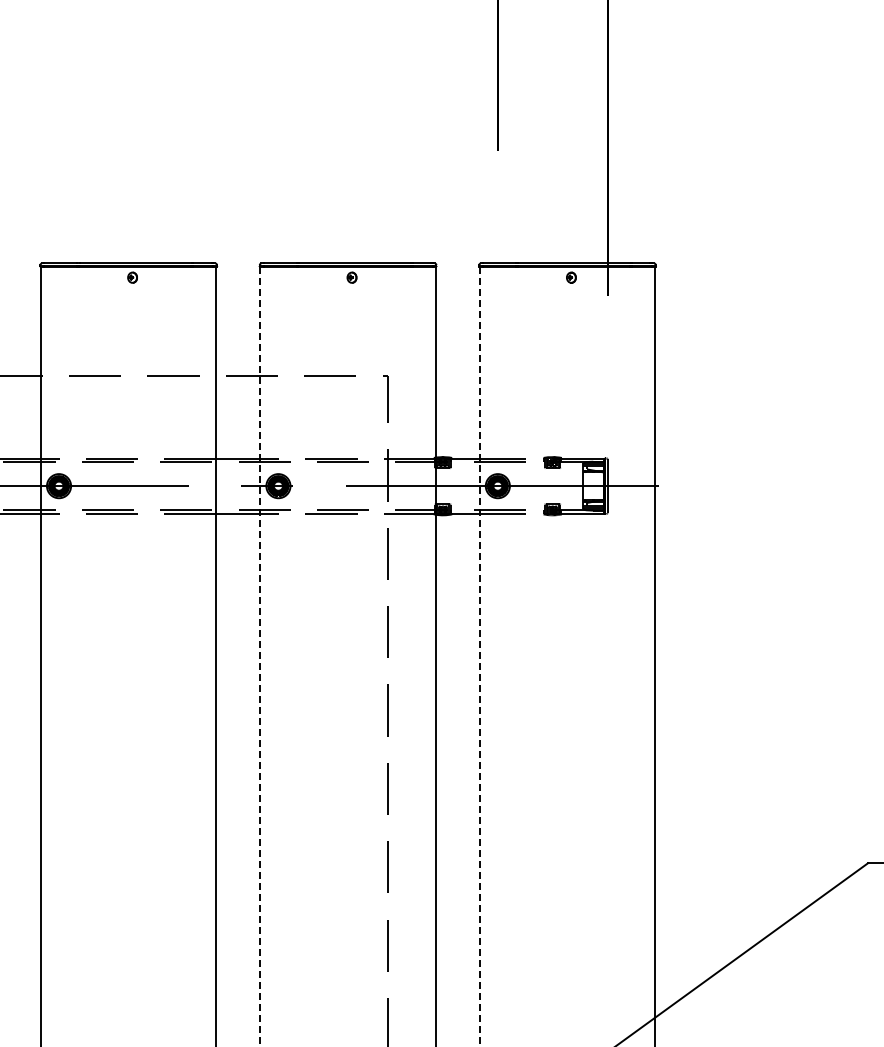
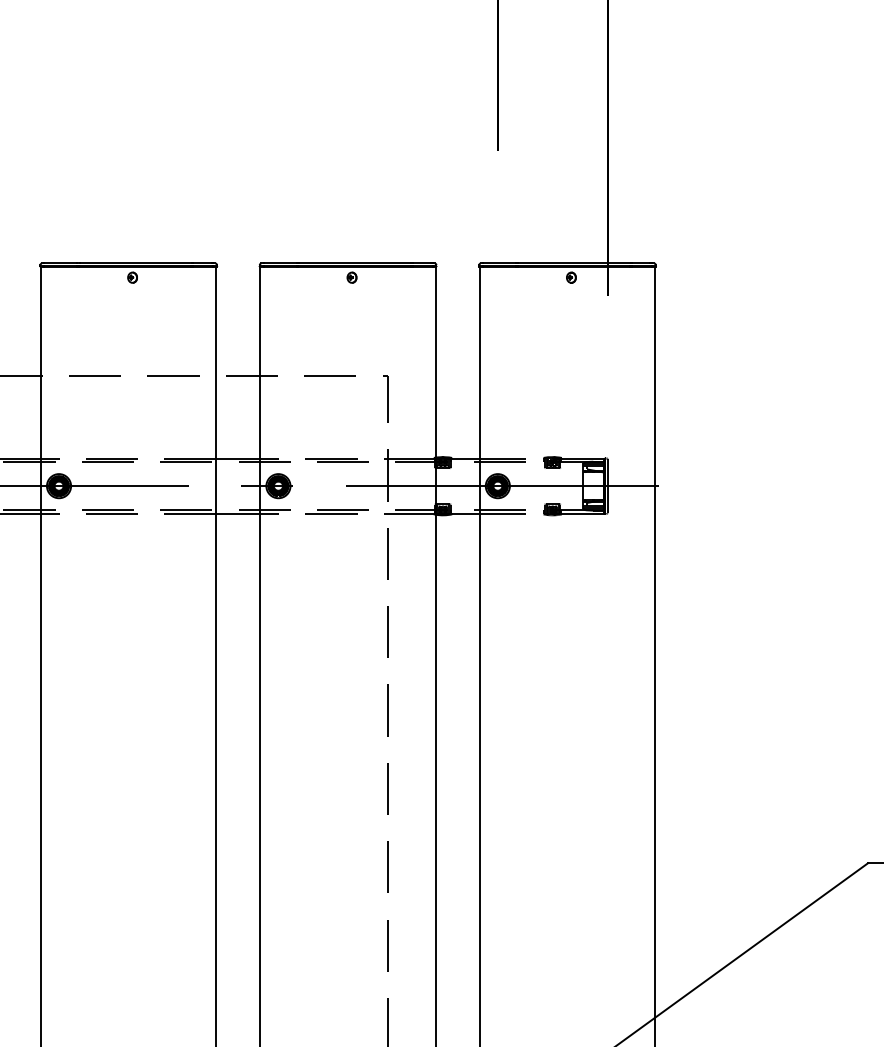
line at (260, 656): dashed -> solid
line at (479, 656): dashed -> solid
